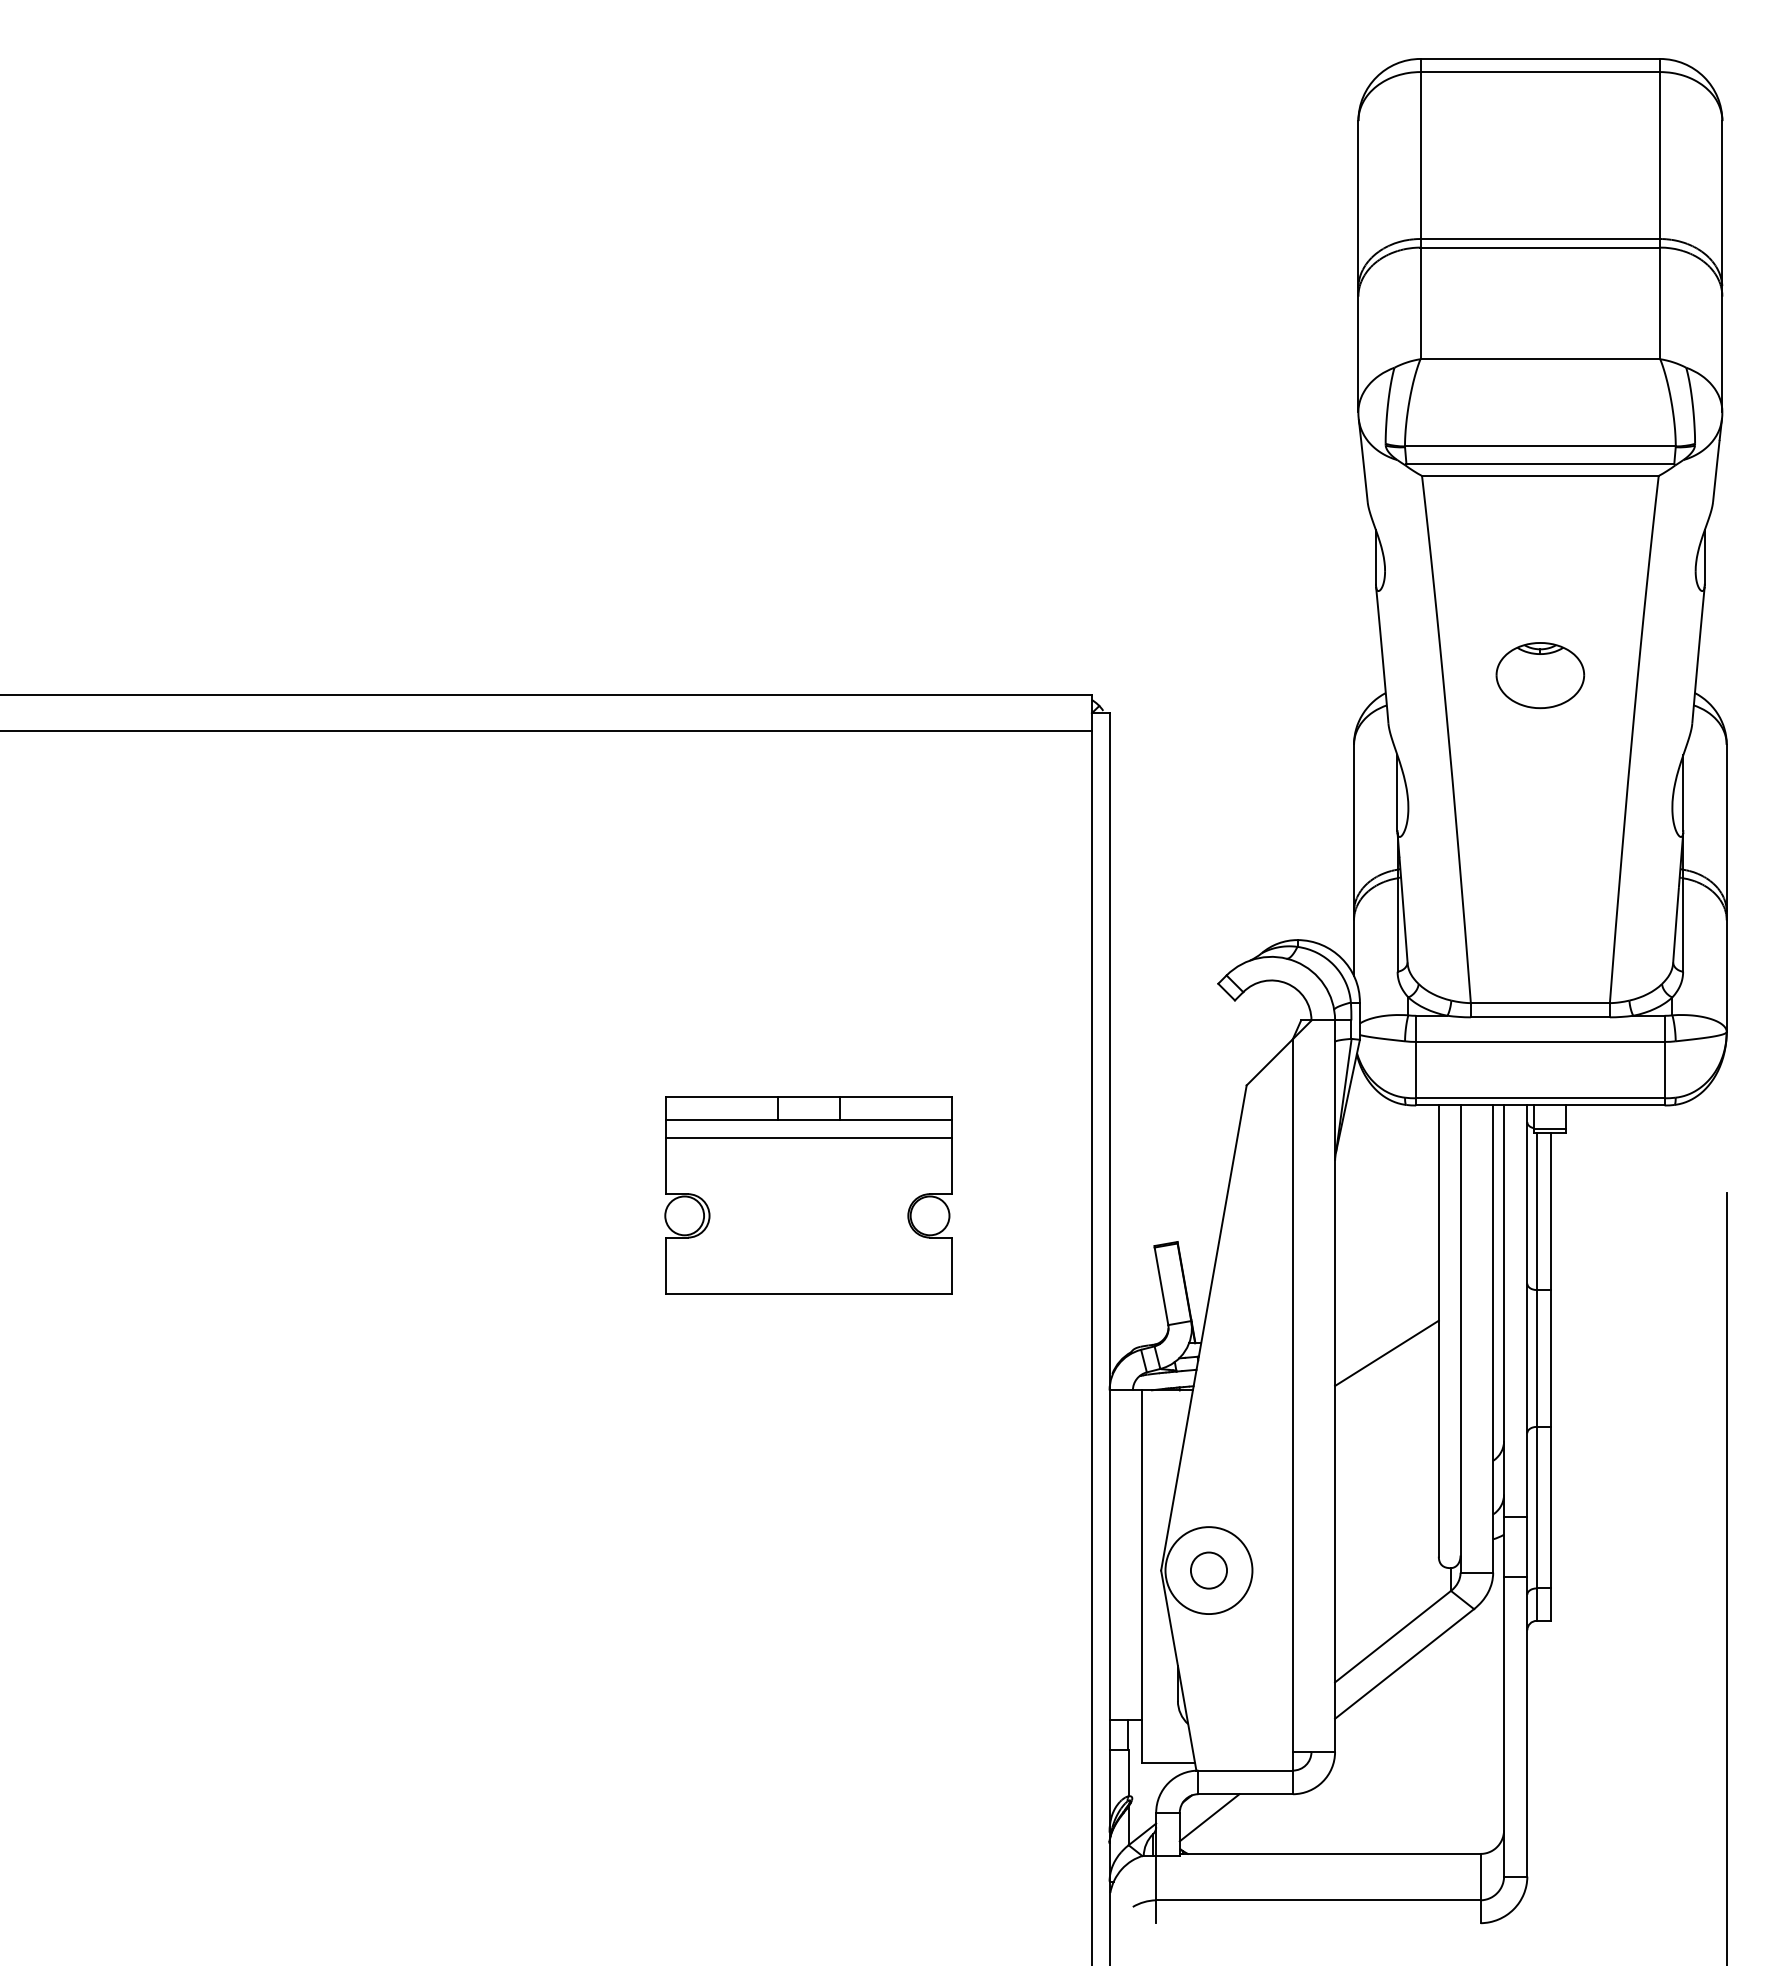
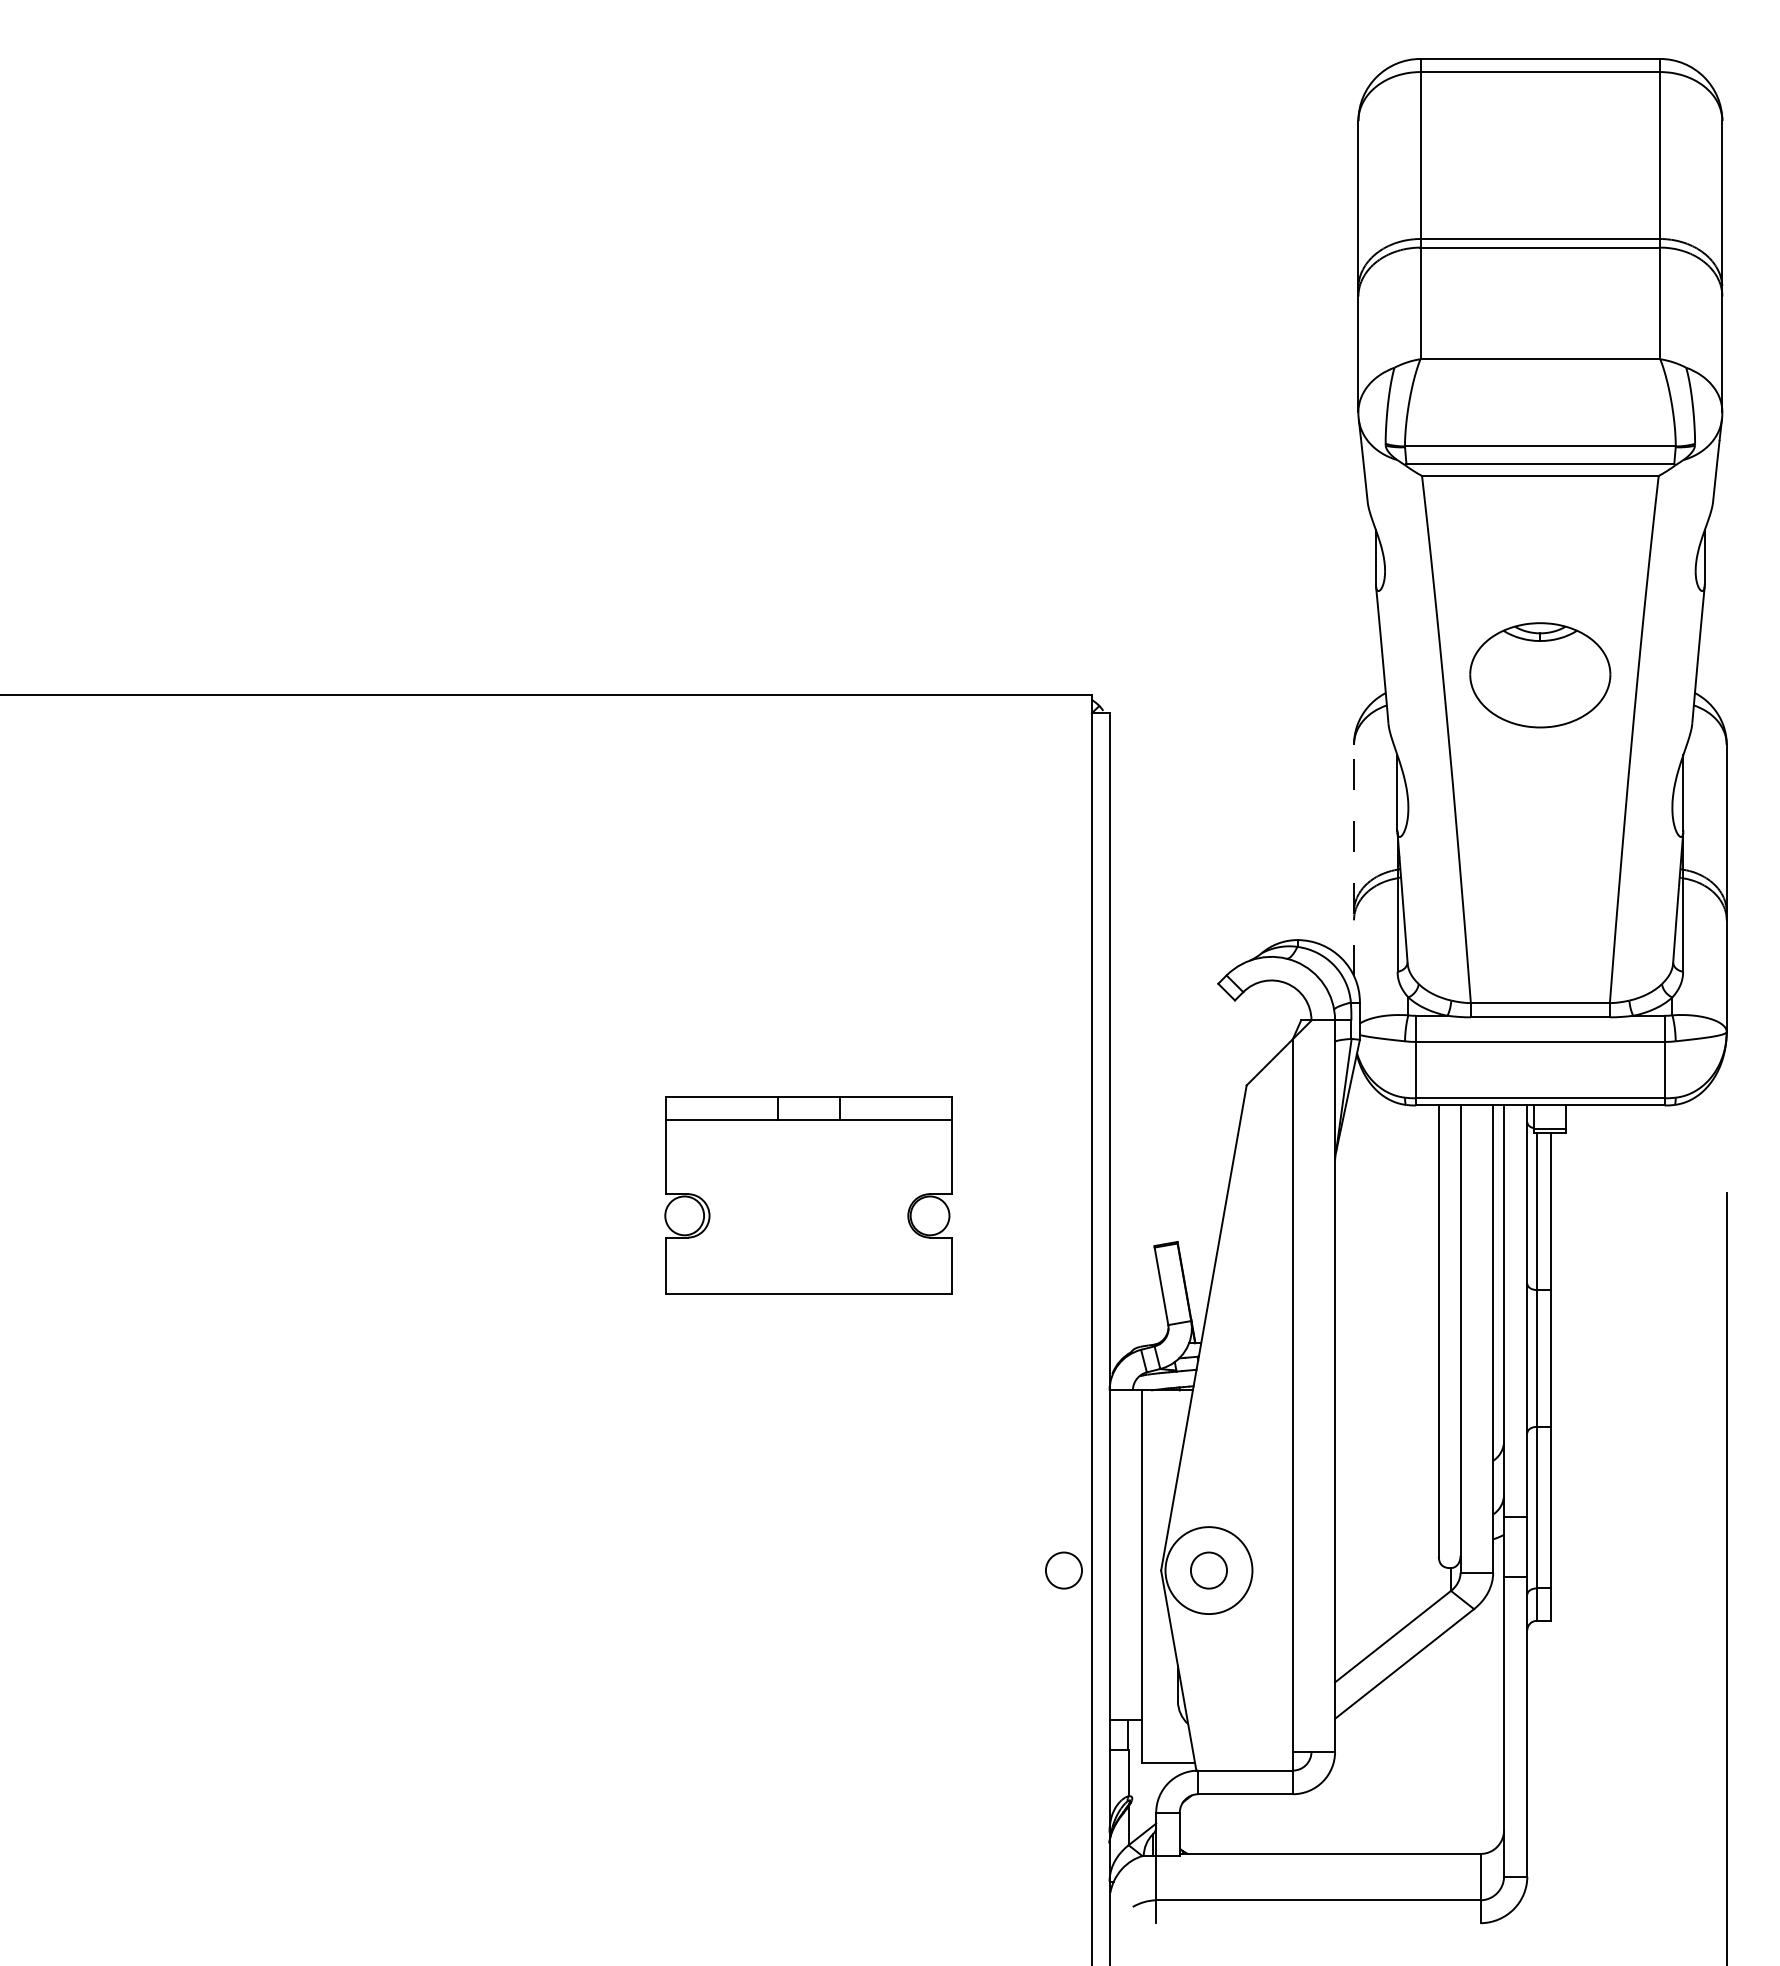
part at (1540, 675) size: 91x68 px -> 143x107 px
line at (546, 731): present -> none
line at (1354, 860): solid -> dashed
line at (808, 1138): present -> none
line at (1386, 1352): present -> none
circle at (1063, 1570): none -> present
line at (1209, 1817): present -> none
